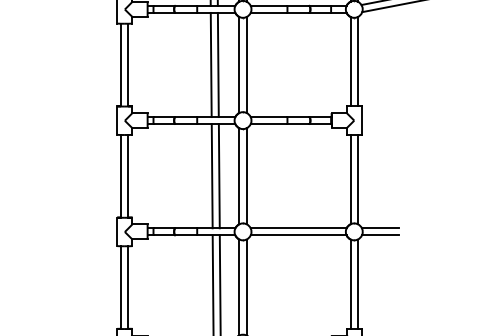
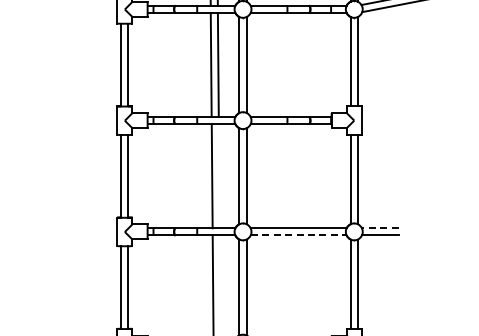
line at (218, 176): present -> none
line at (379, 228): solid -> dashed
line at (298, 235): solid -> dashed
line at (219, 283): present -> none
